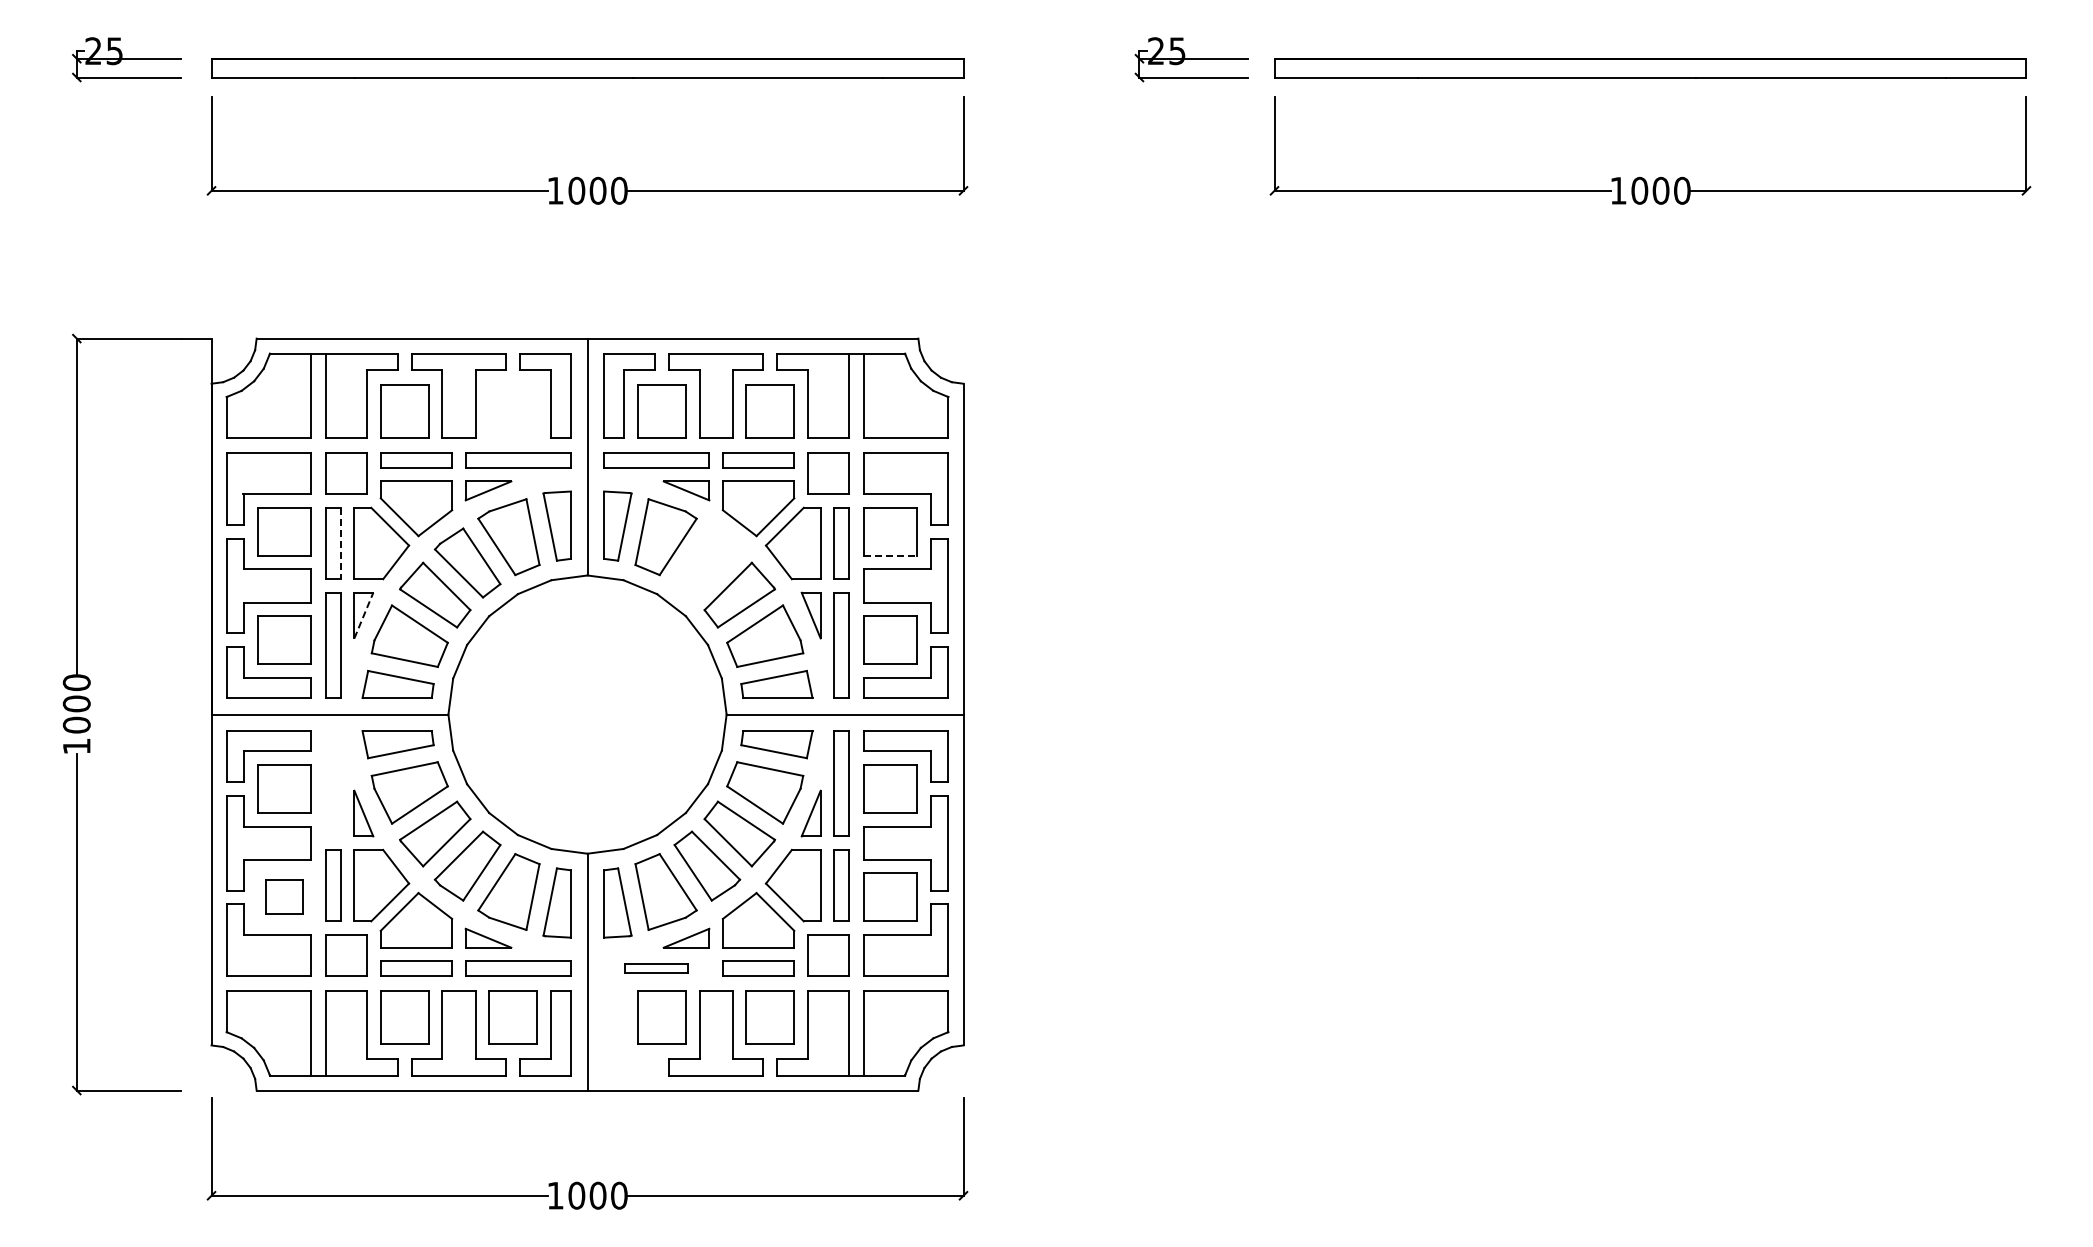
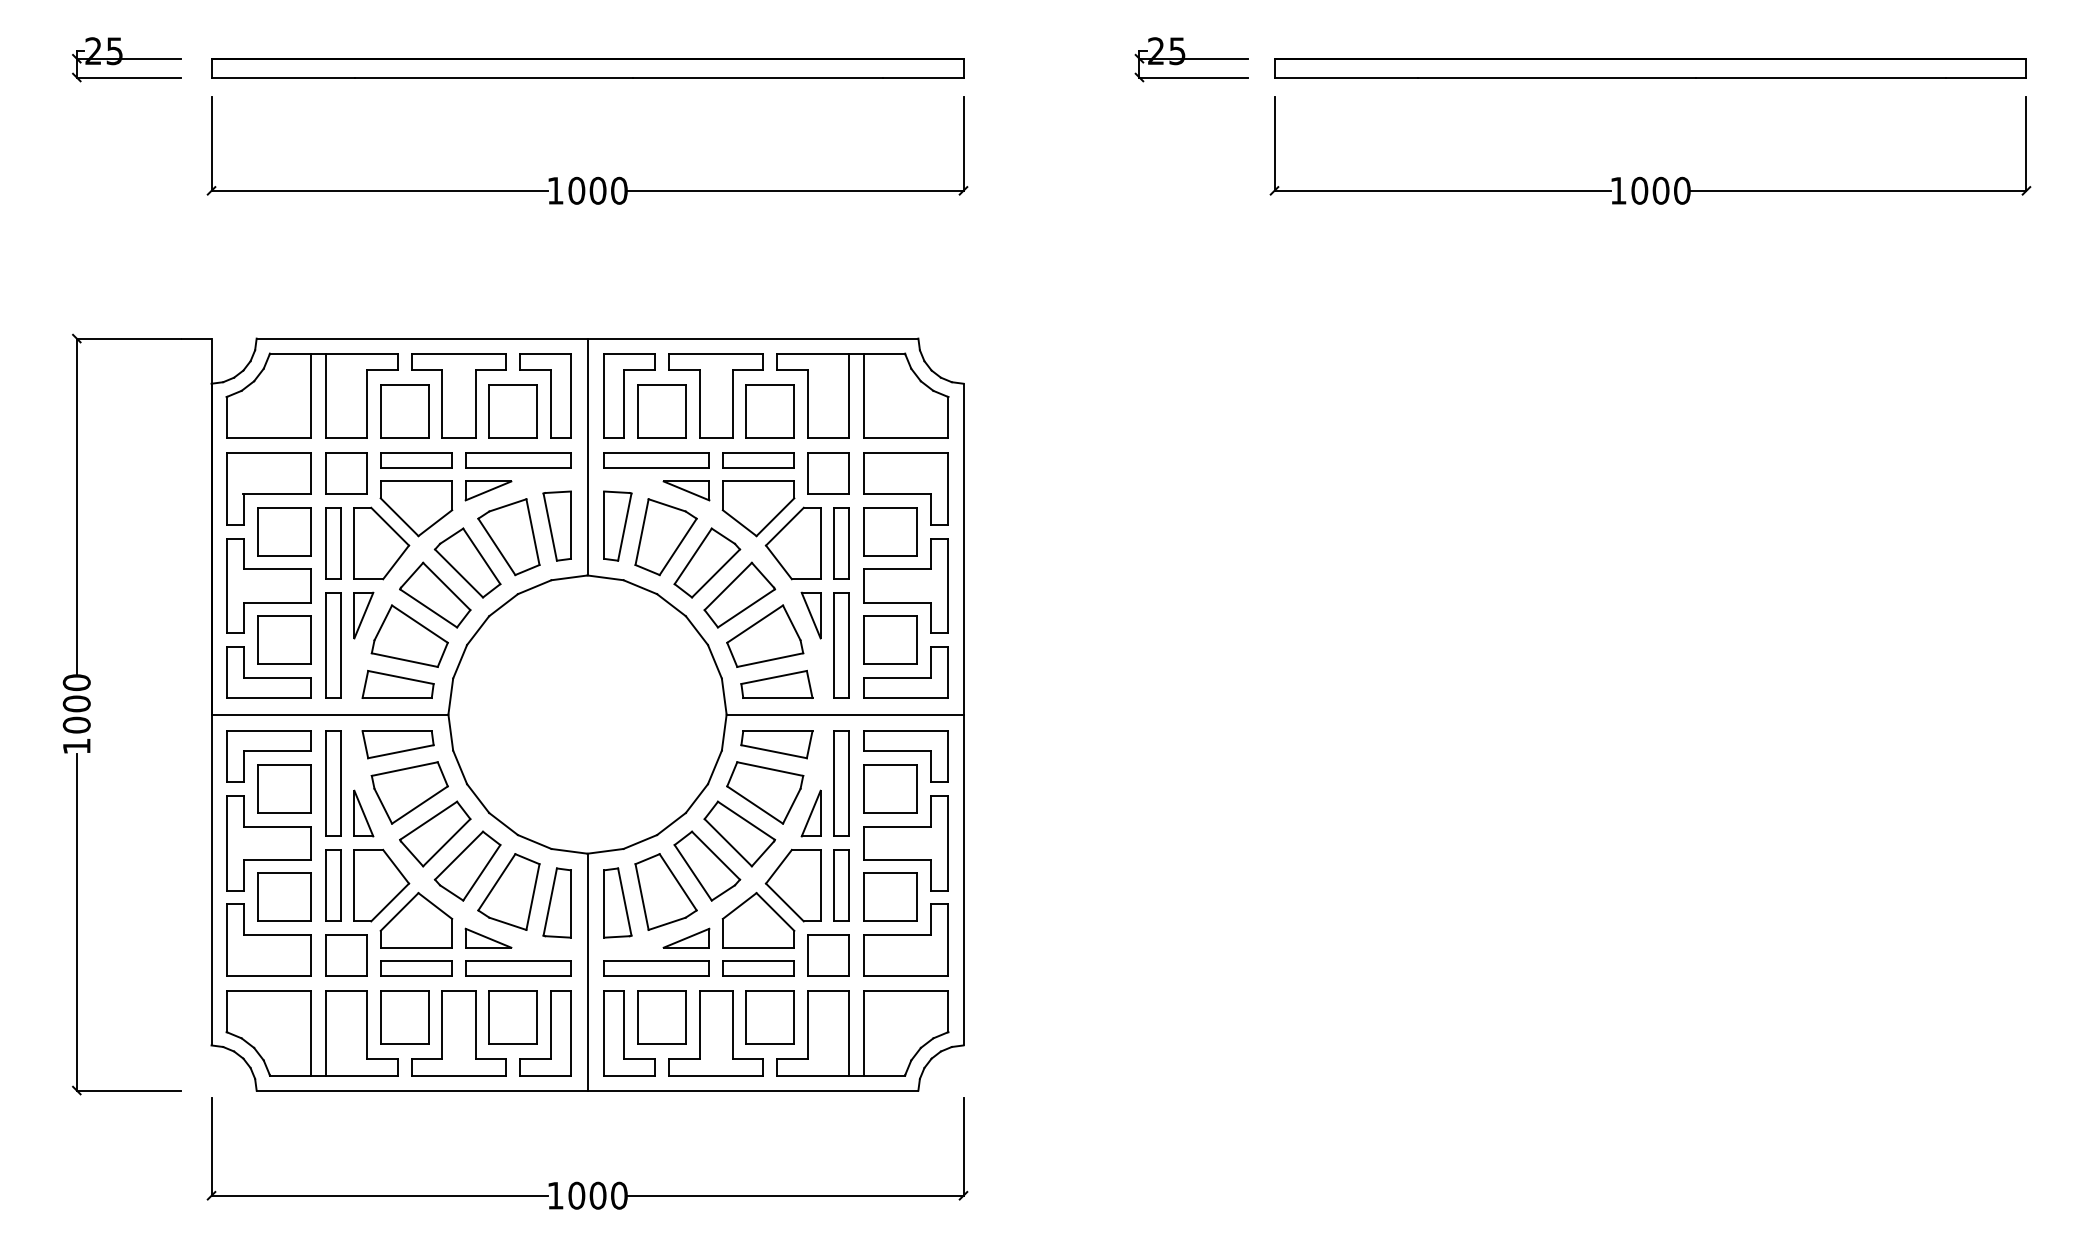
part at (512, 411): none -> present
line at (340, 543): dashed -> solid
line at (890, 555): dashed -> solid
part at (707, 562): none -> present
line at (363, 615): dashed -> solid
part at (333, 783): none -> present
part at (284, 896) size: 39x36 px -> 55x50 px
part at (656, 968) size: 65x11 px -> 107x17 px
part at (629, 1033): none -> present
